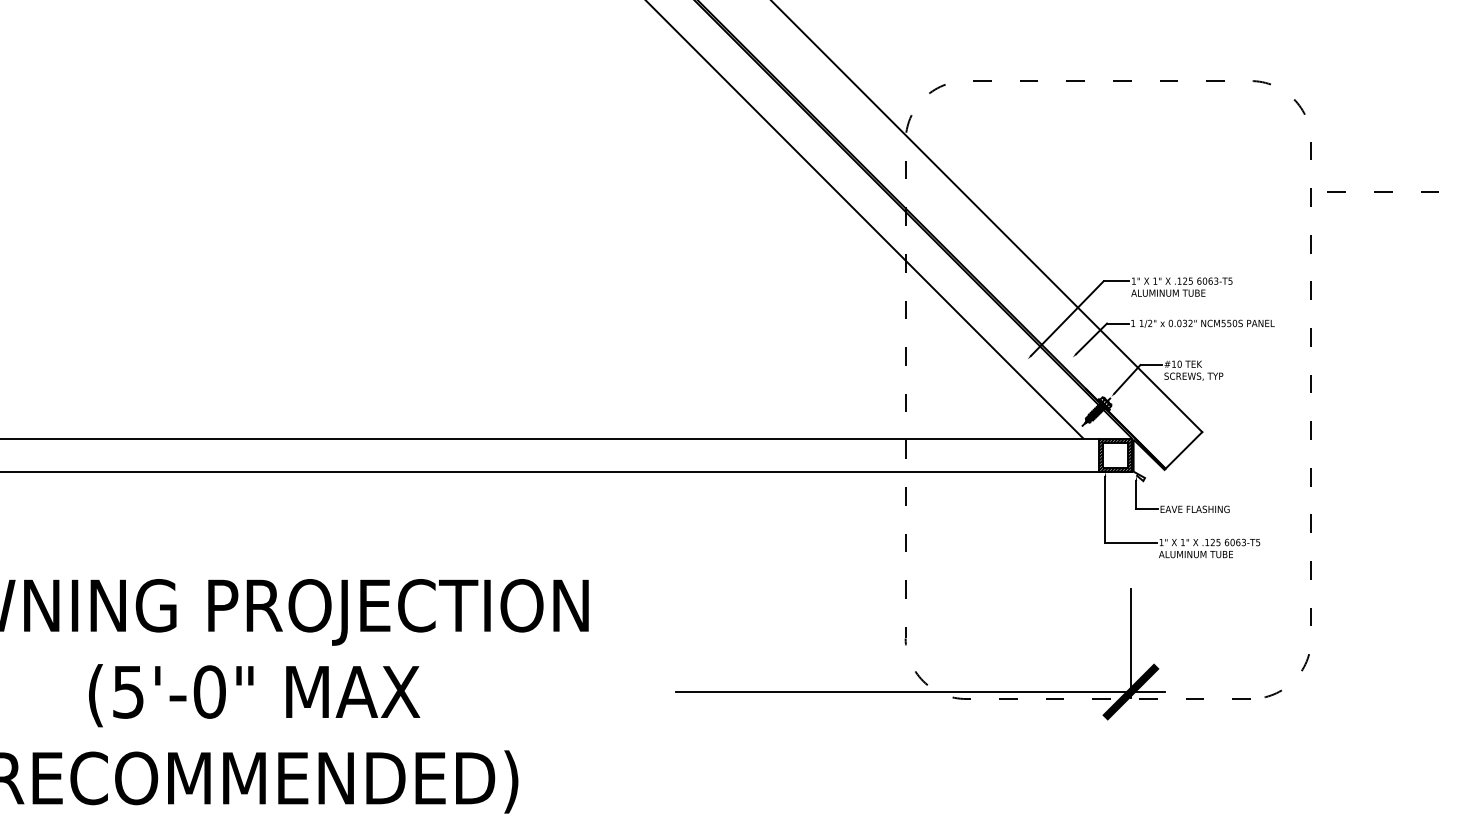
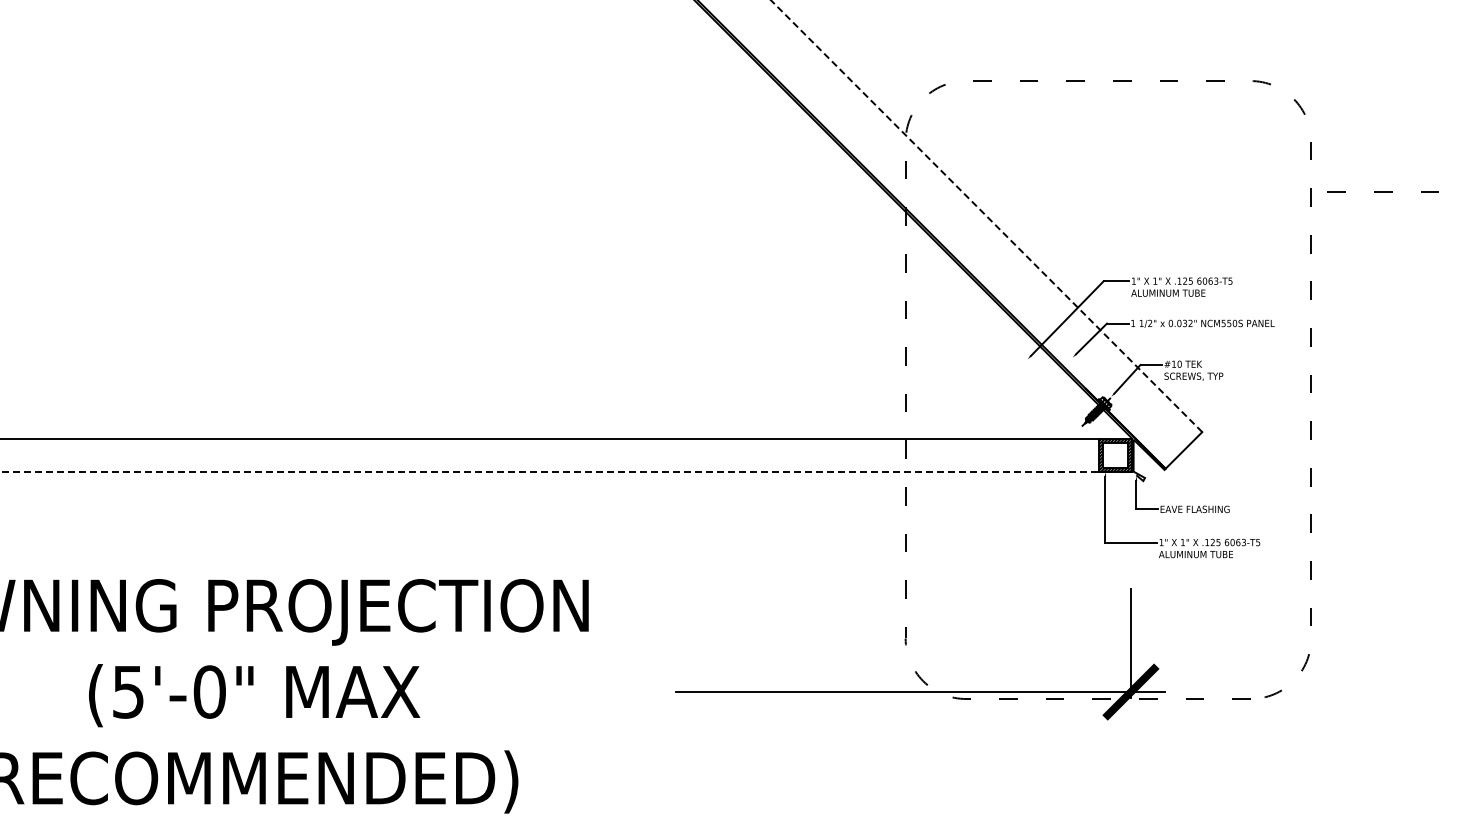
line at (986, 216): solid -> dashed
line at (865, 220): present -> none
line at (549, 472): solid -> dashed
